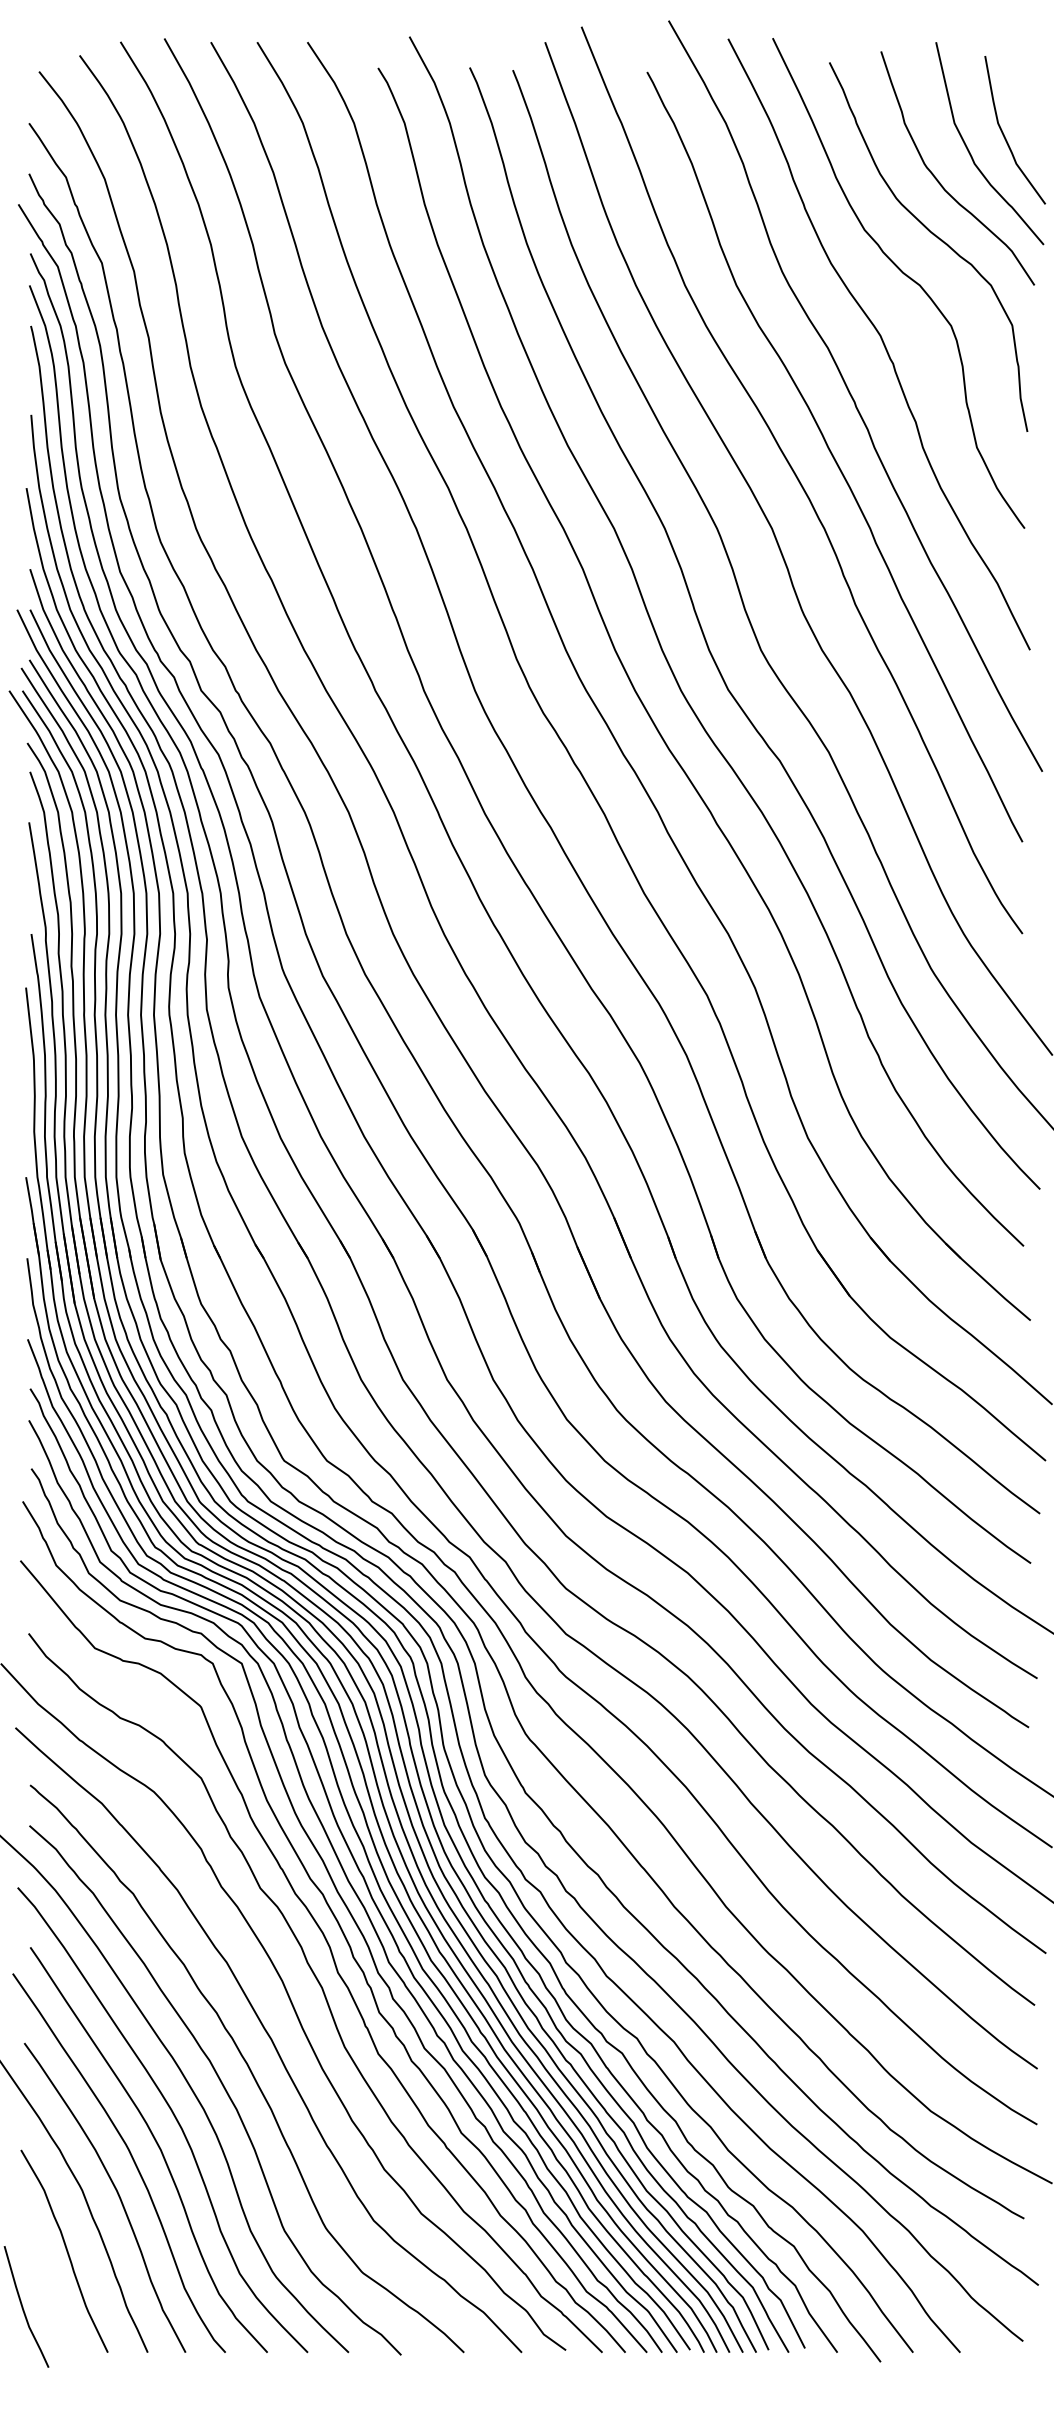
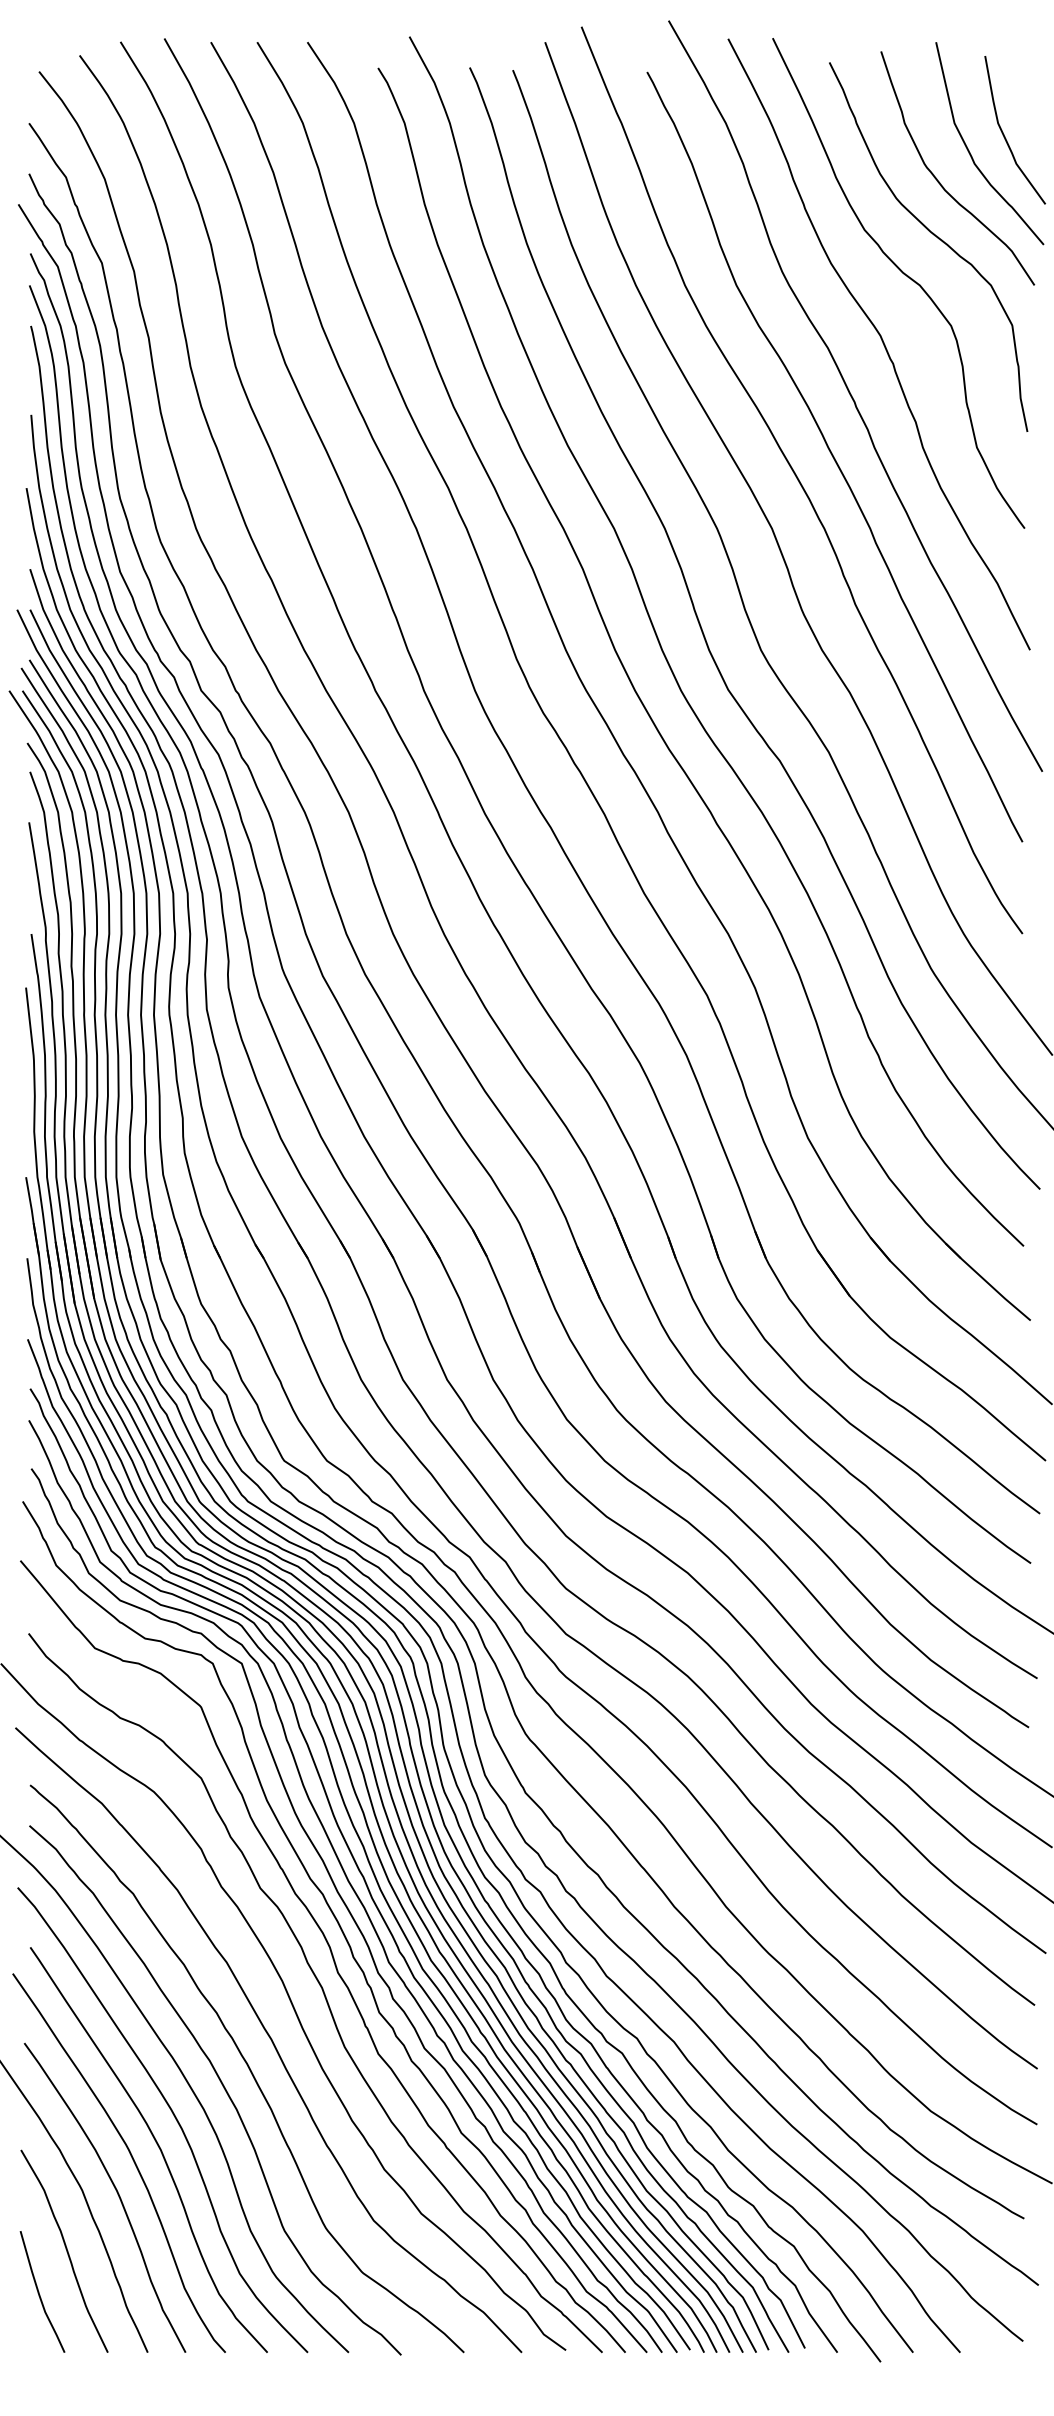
curve at (23, 2306) position: (23, 2306) -> (39, 2291)
